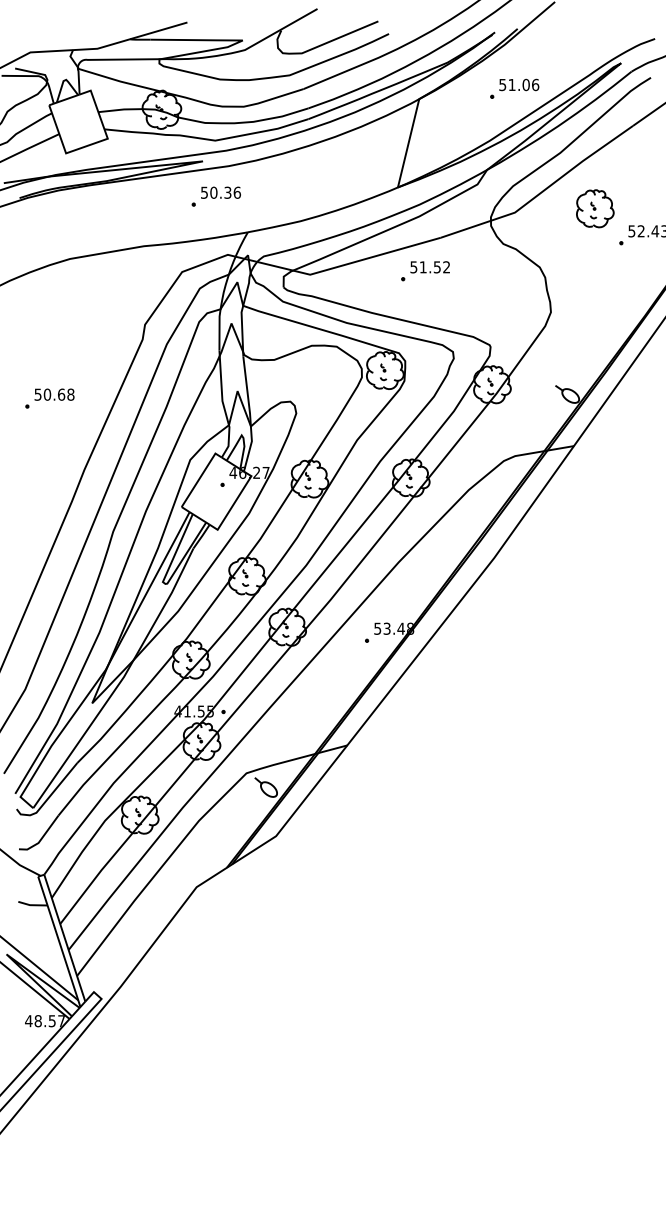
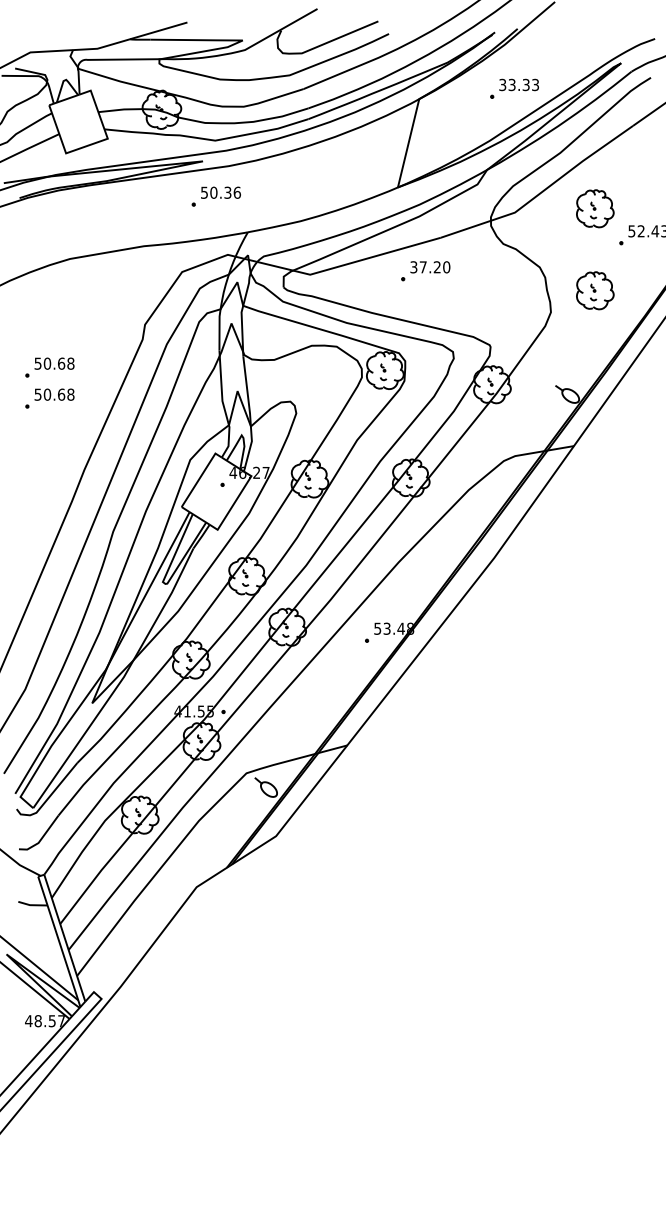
text at (519, 84): 51.06 -> 33.33
text at (430, 267): 51.52 -> 37.20
part at (595, 290): none -> present
part at (49, 367): none -> present
